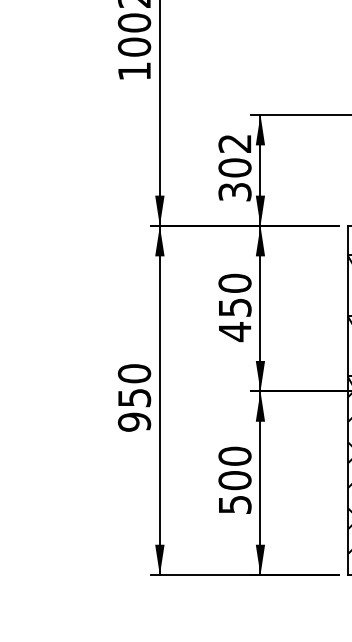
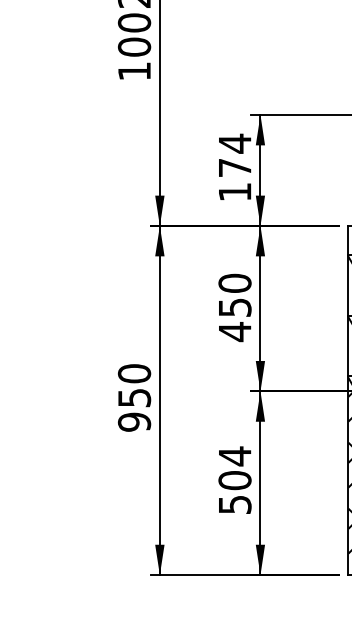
text at (234, 167): 302 -> 174
text at (234, 456): 500 -> 504
